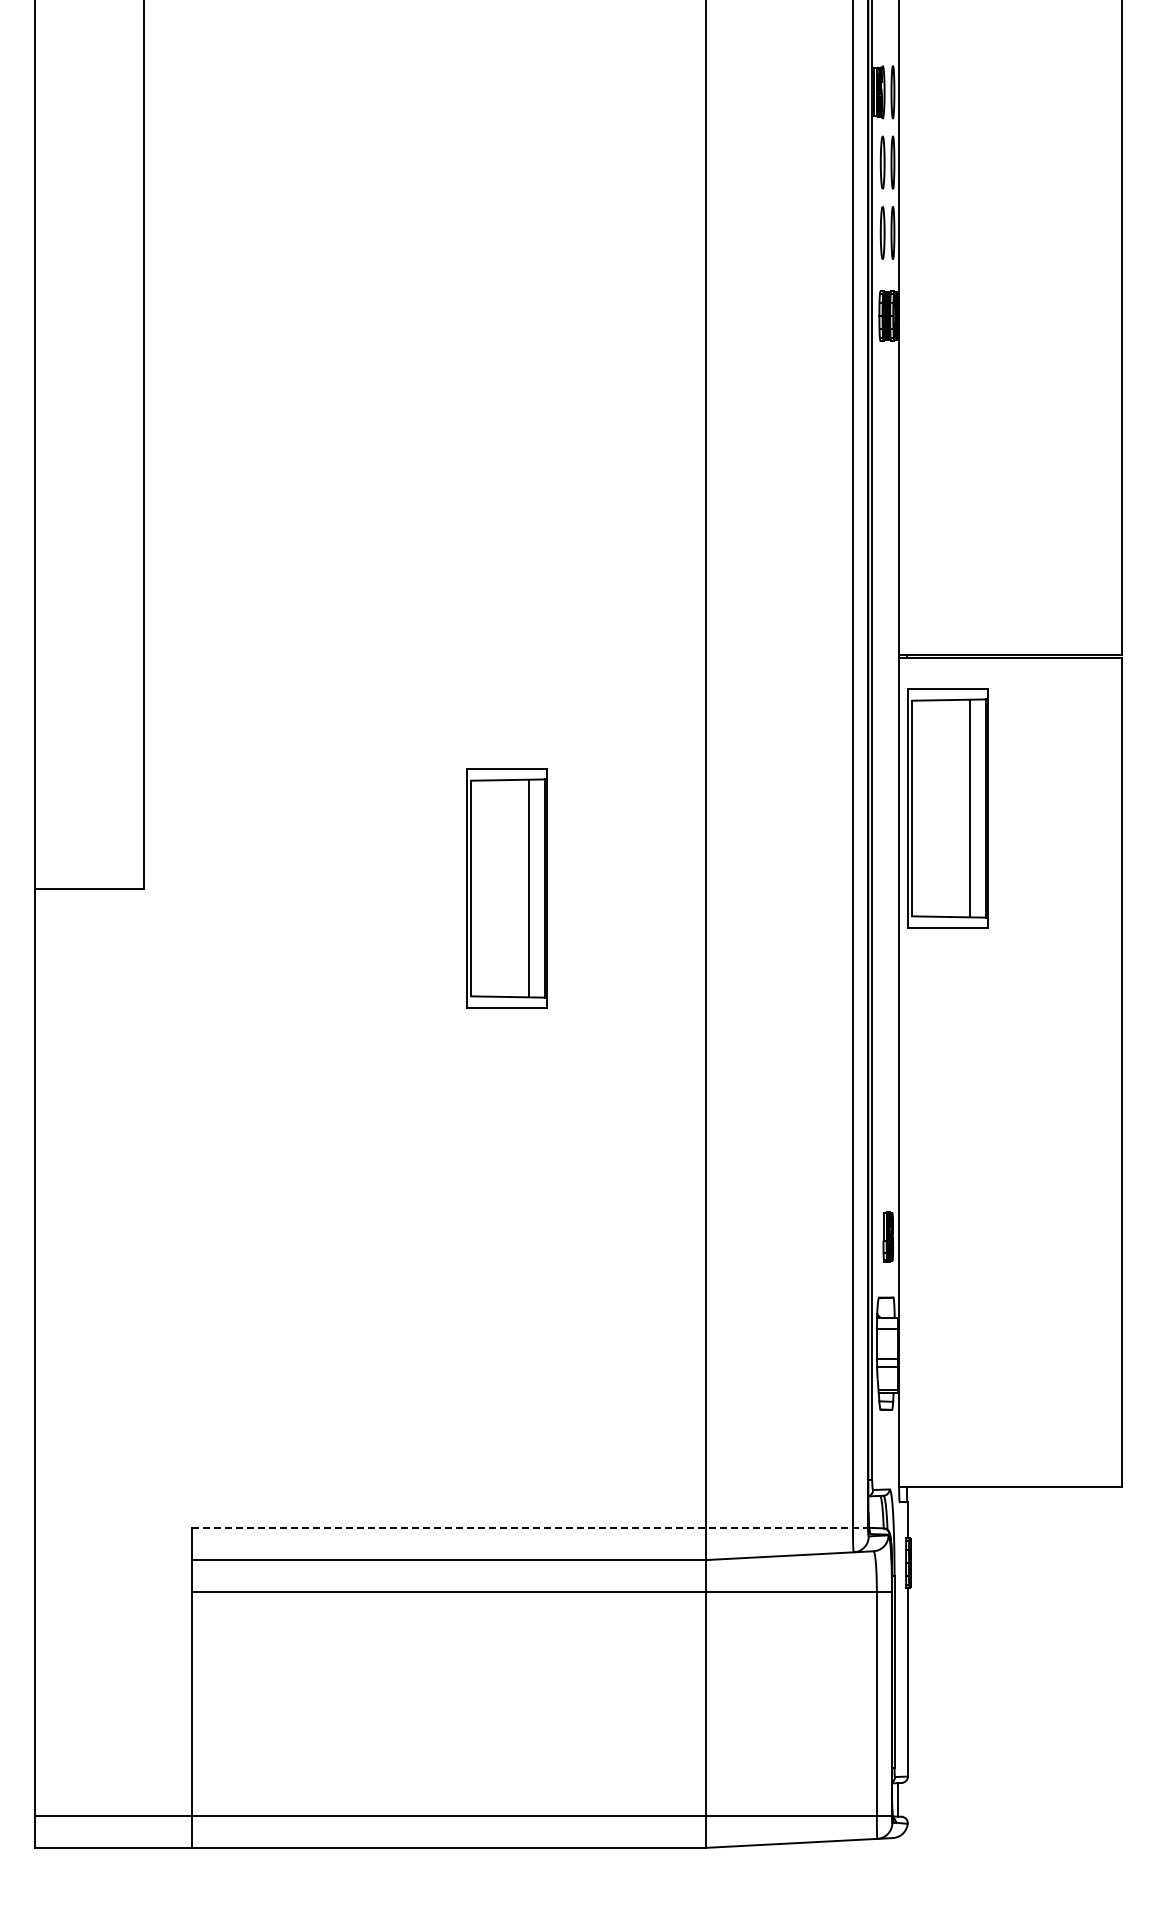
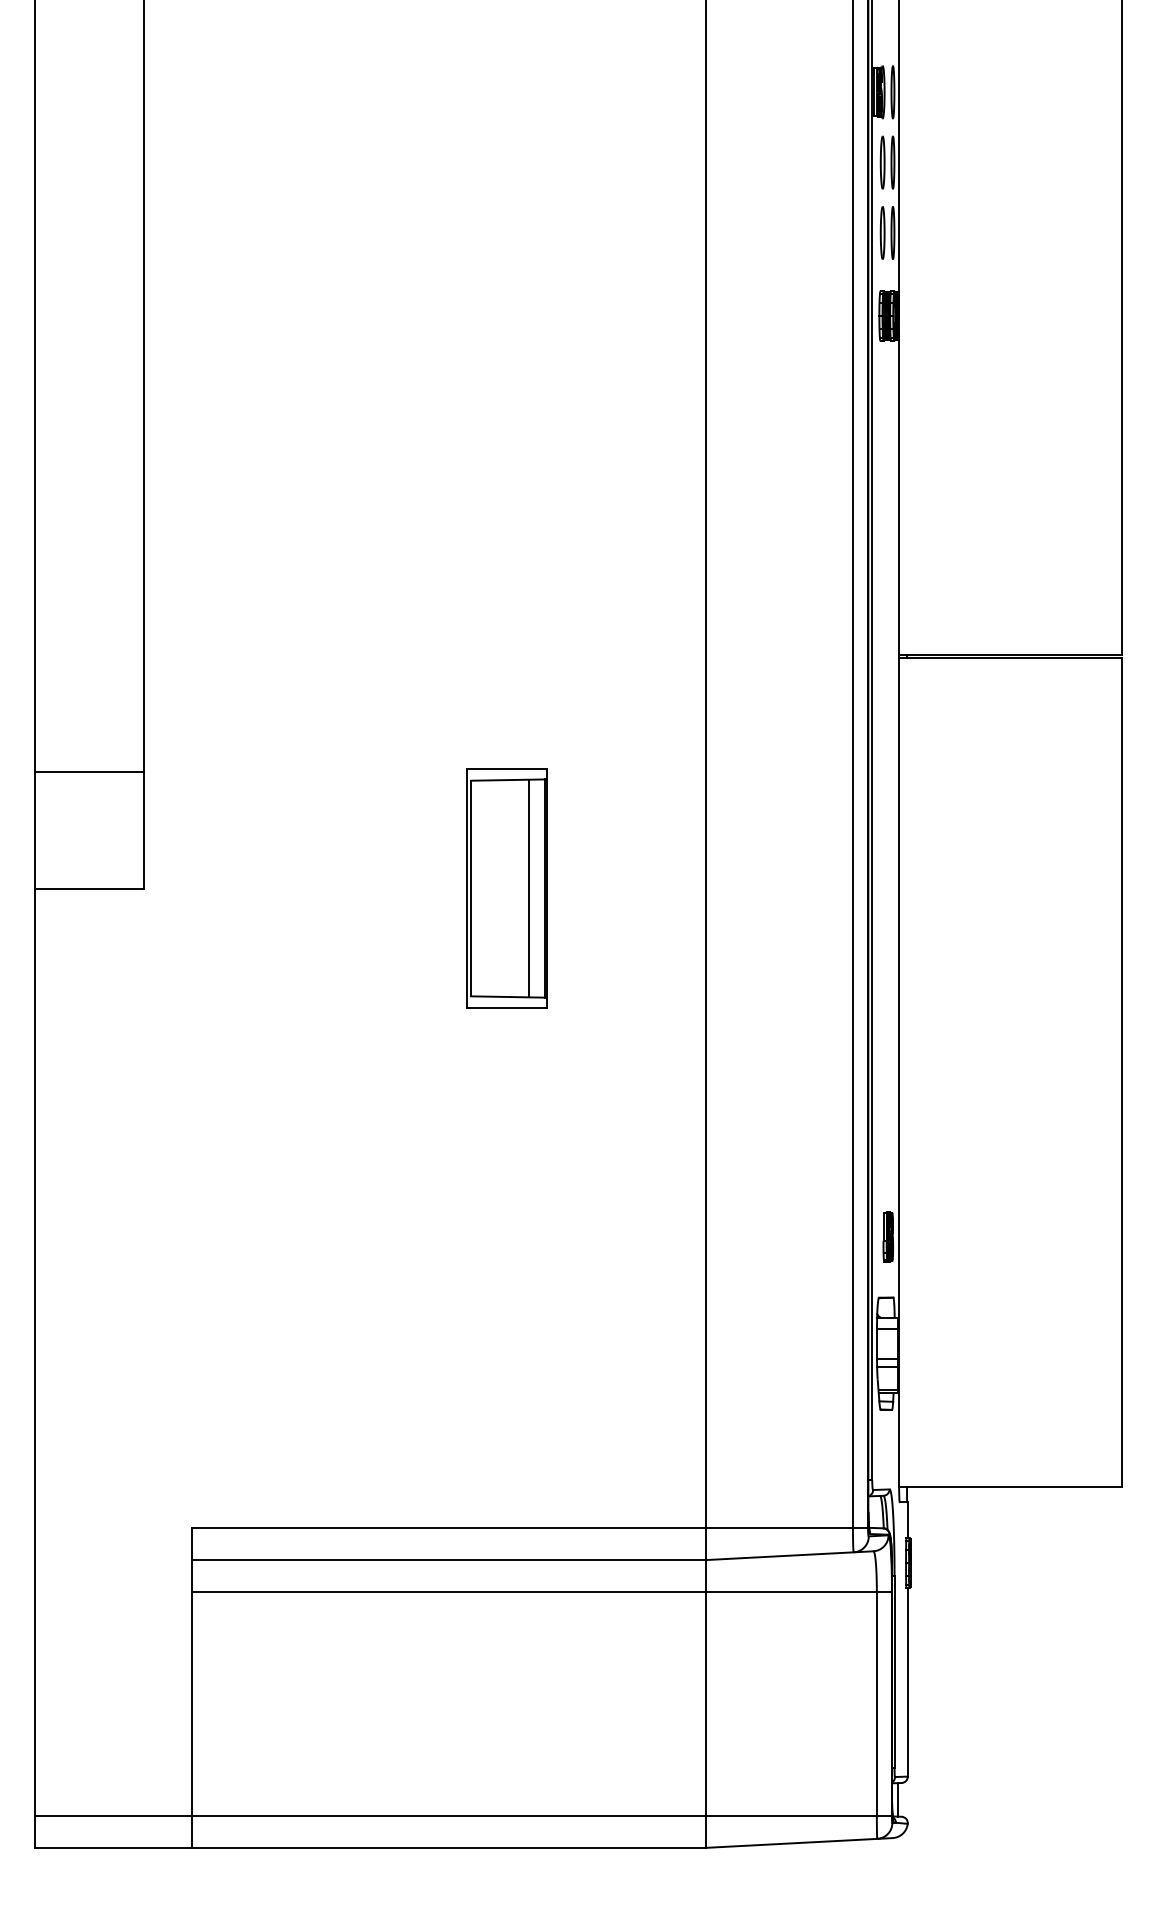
line at (88, 772): none -> present
part at (947, 808): present -> none
line at (530, 1528): dashed -> solid
